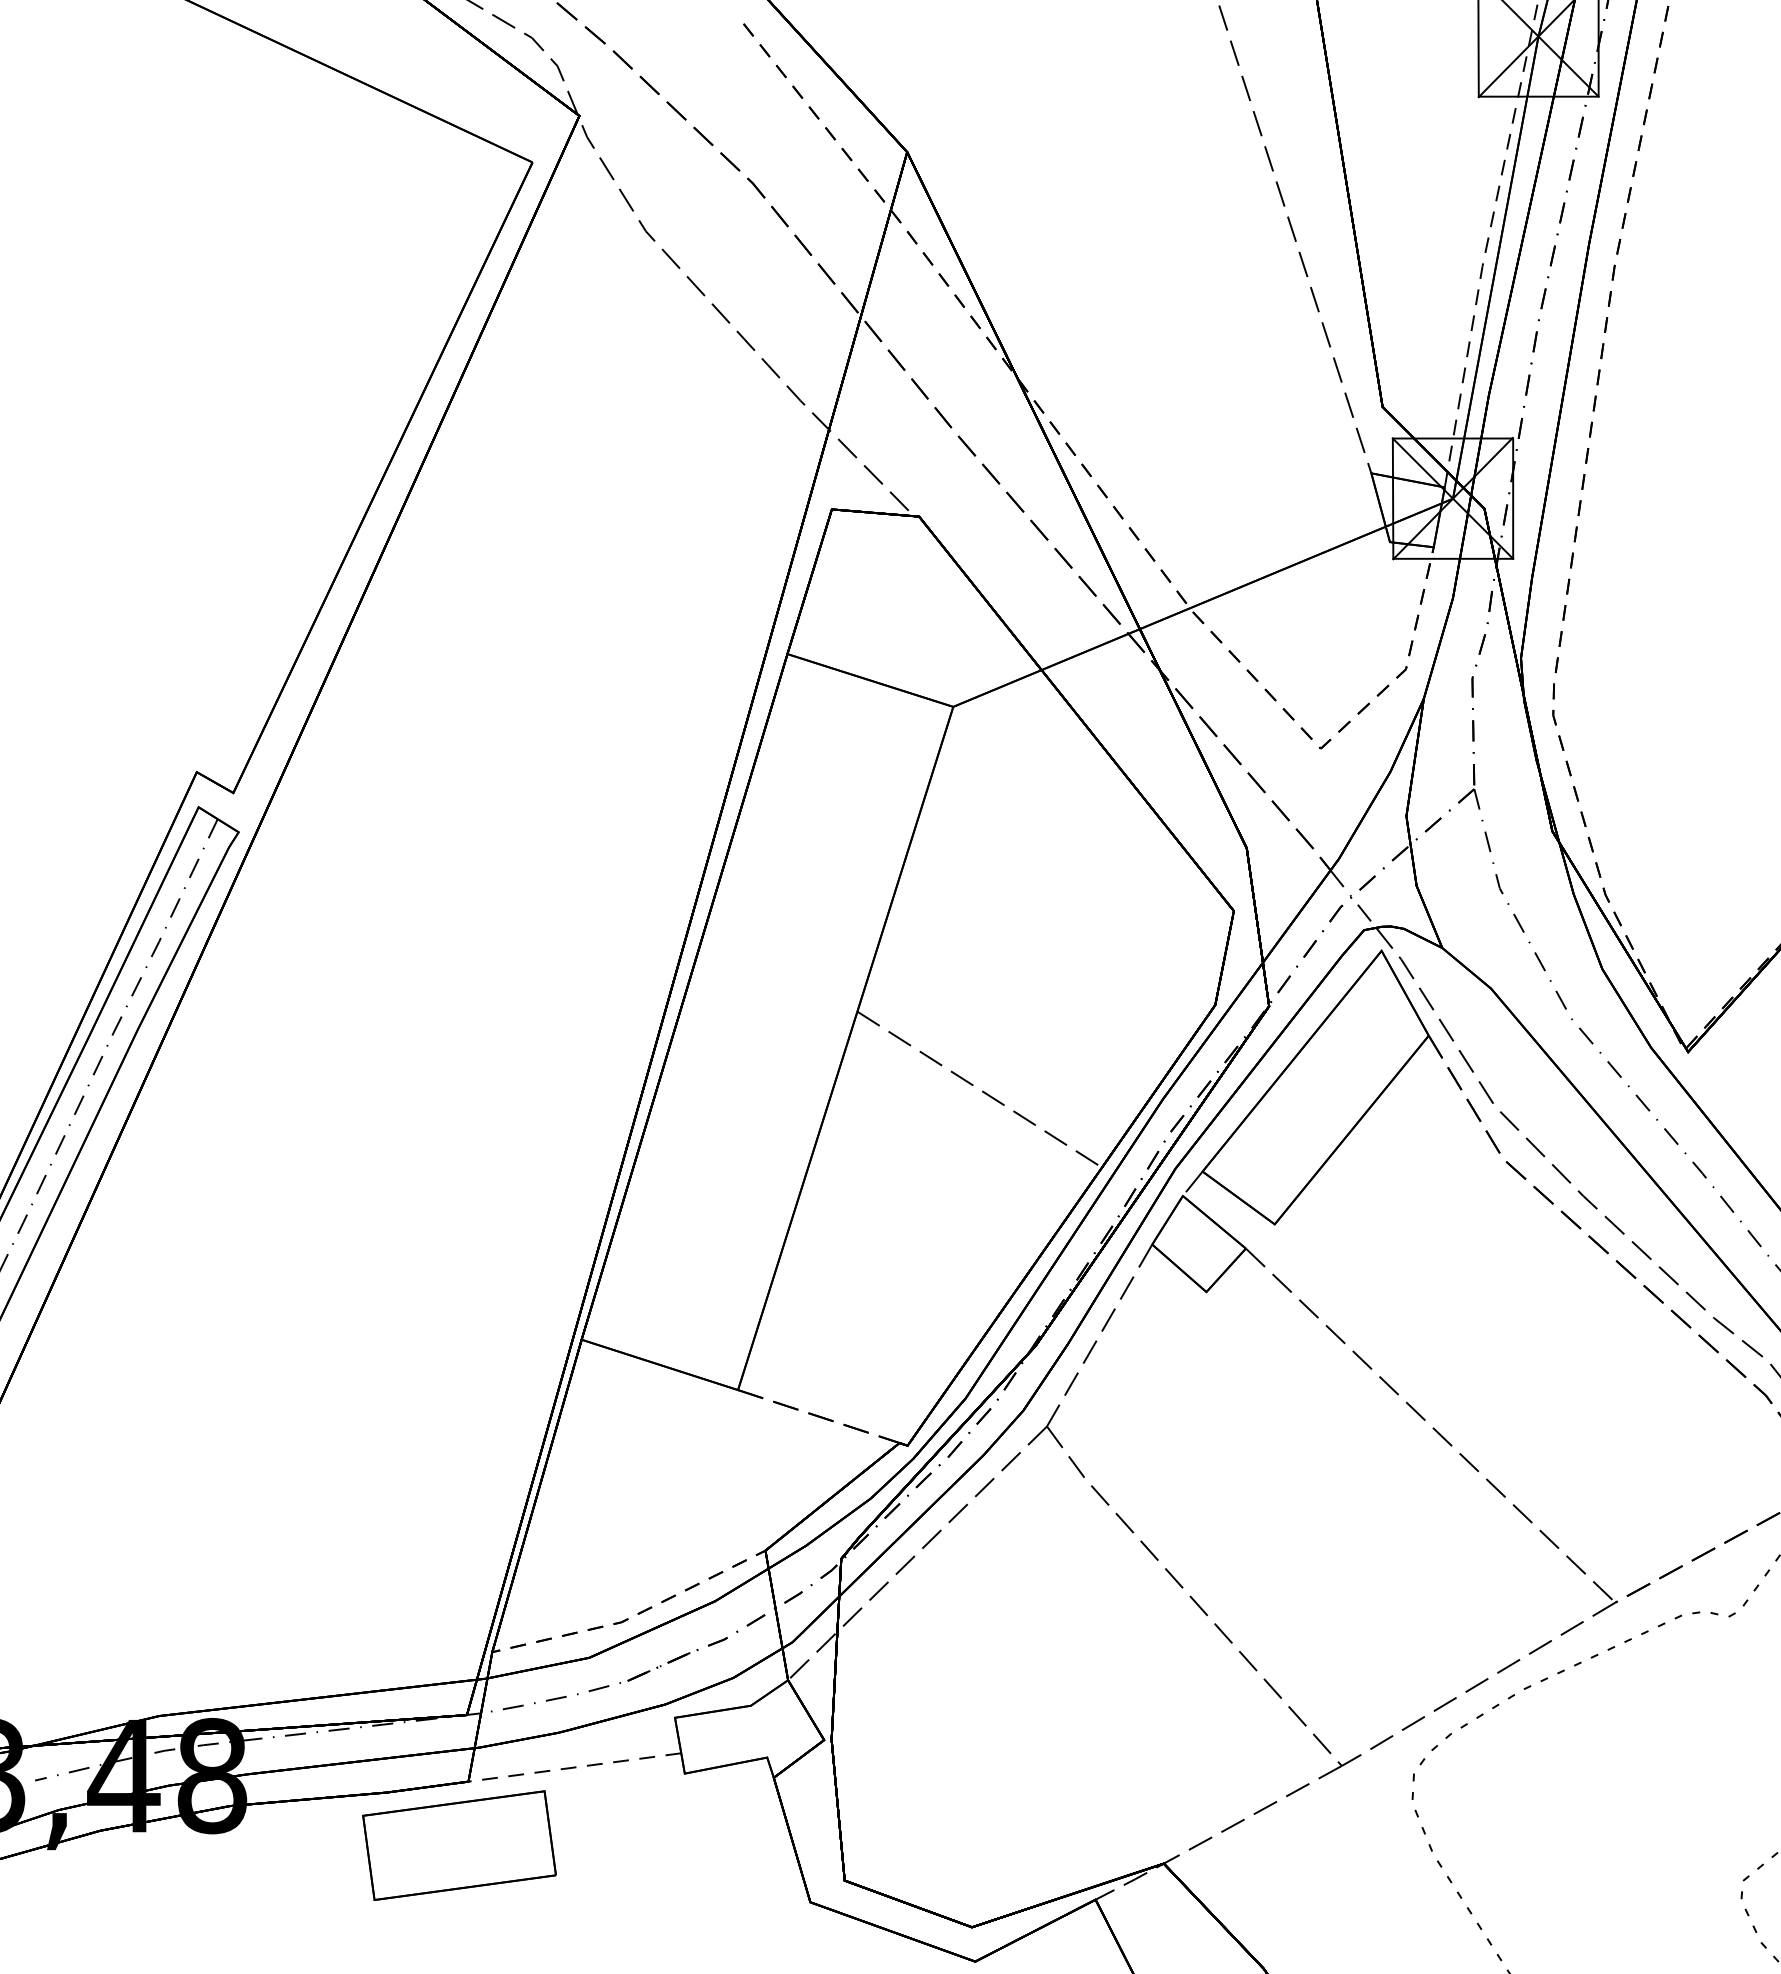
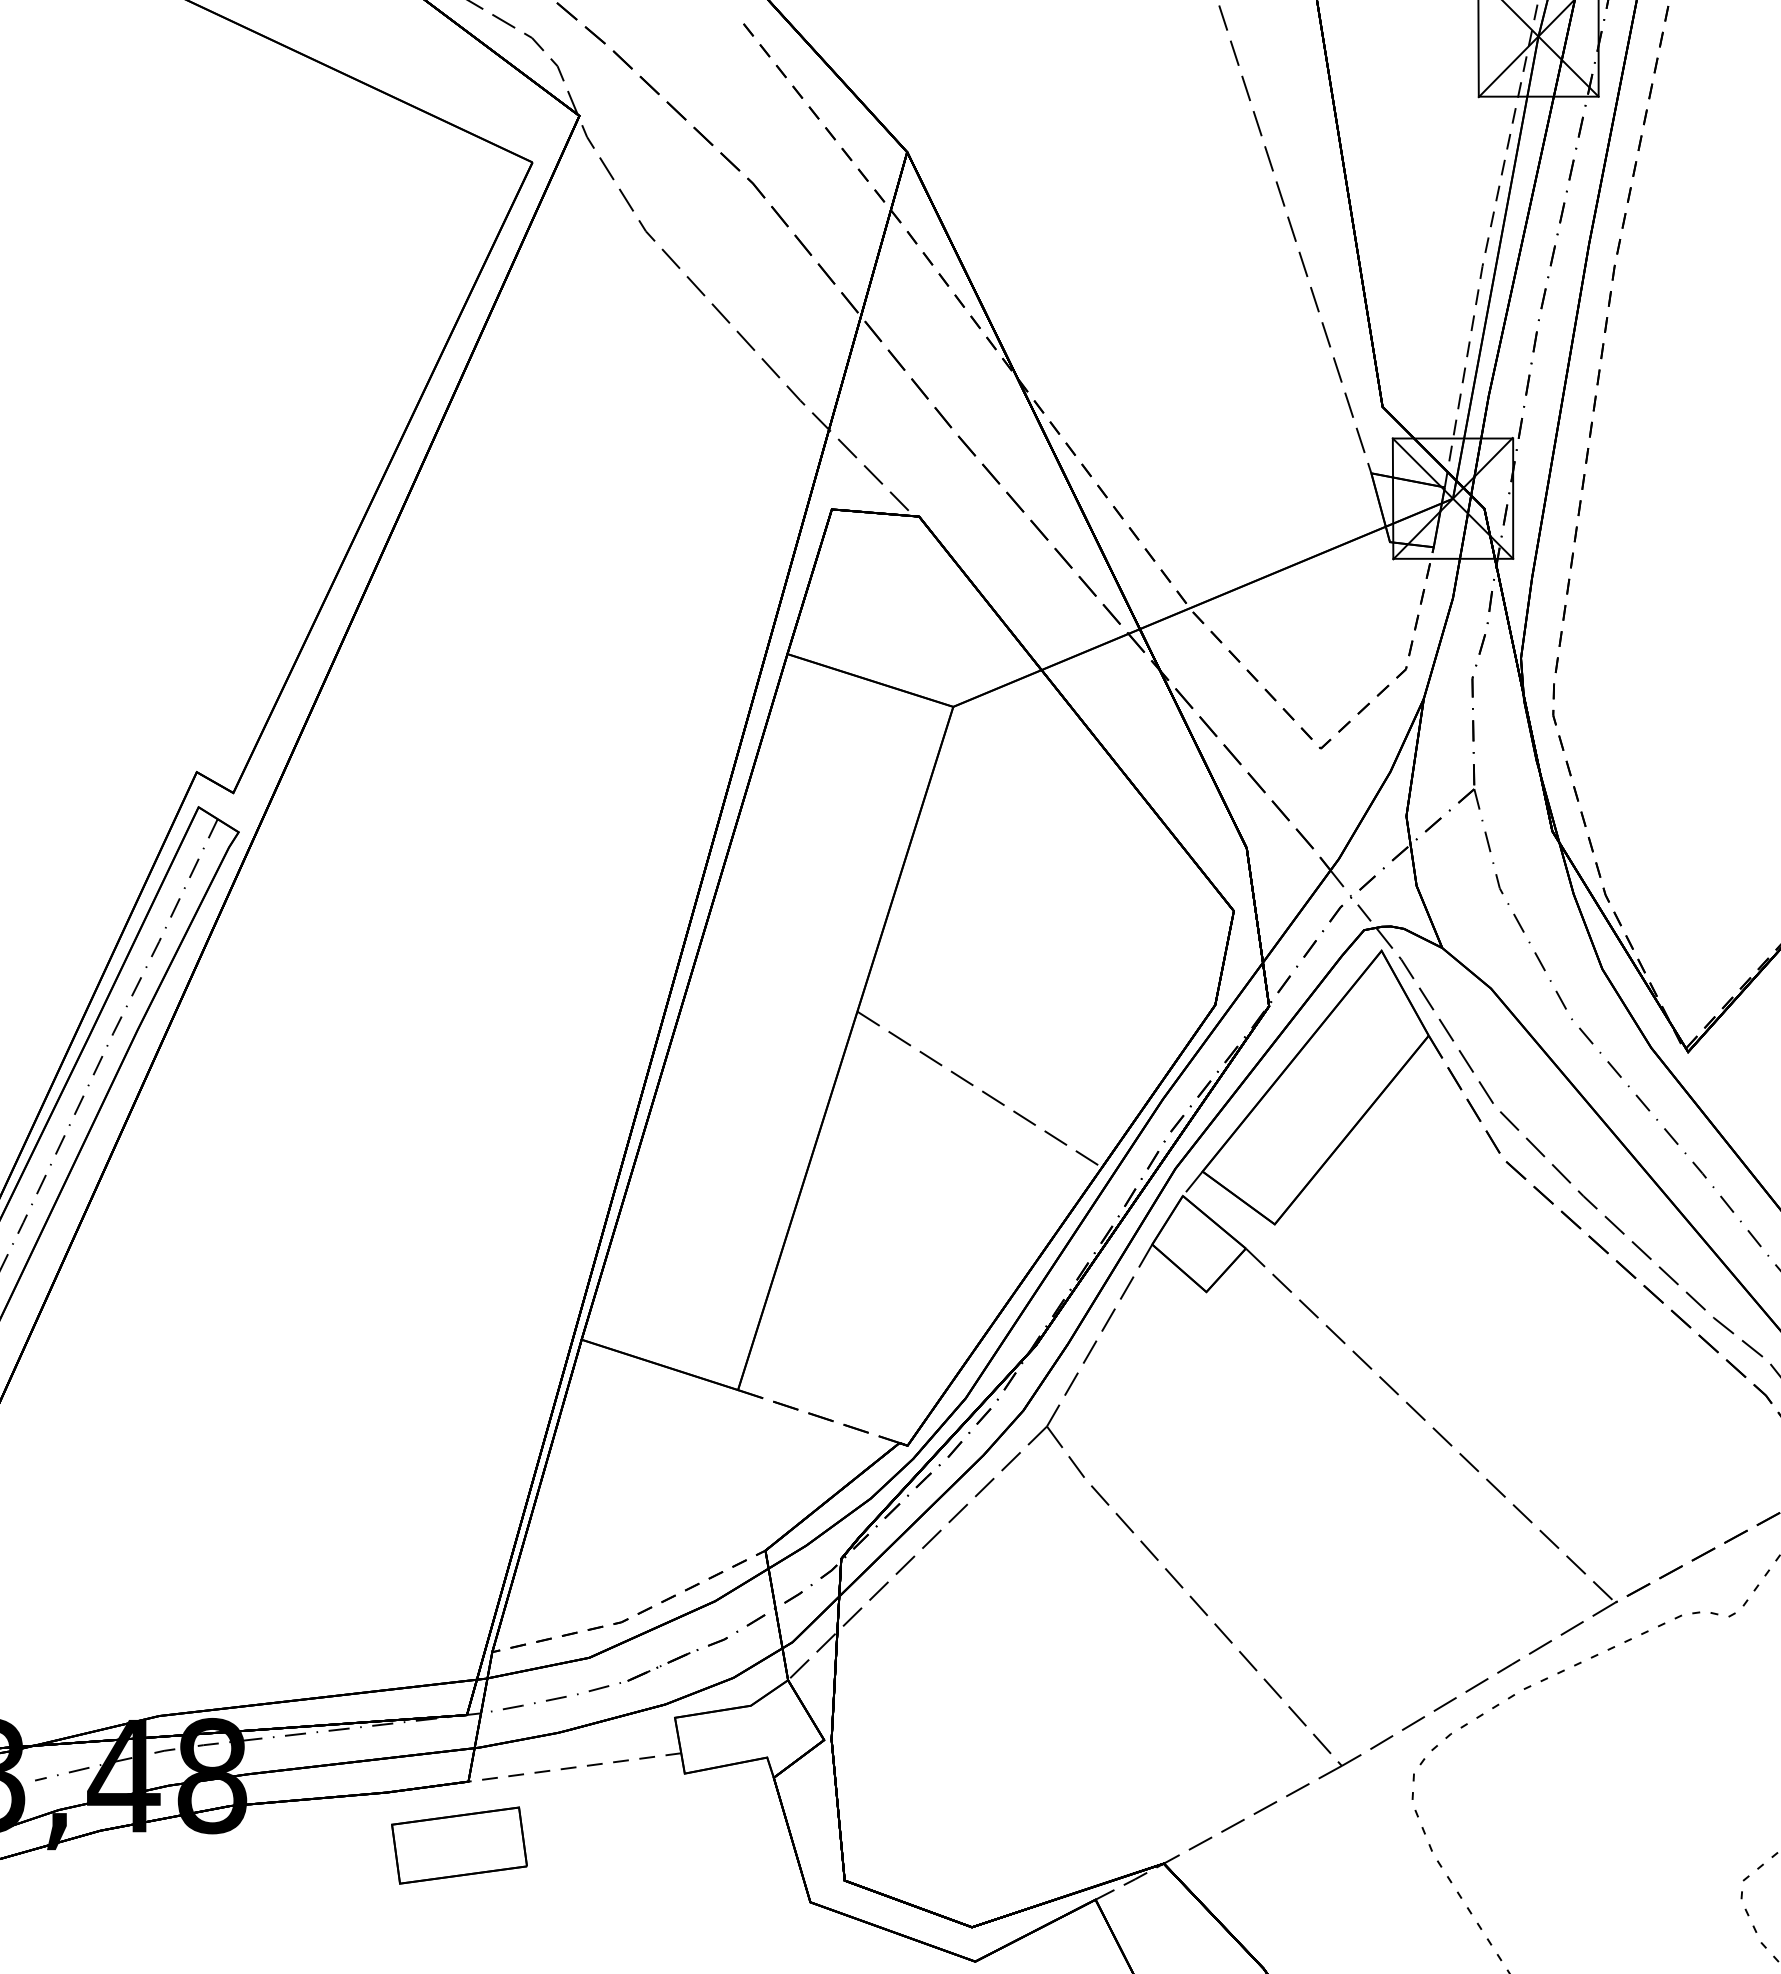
part at (459, 1845) size: 195x111 px -> 137x79 px
